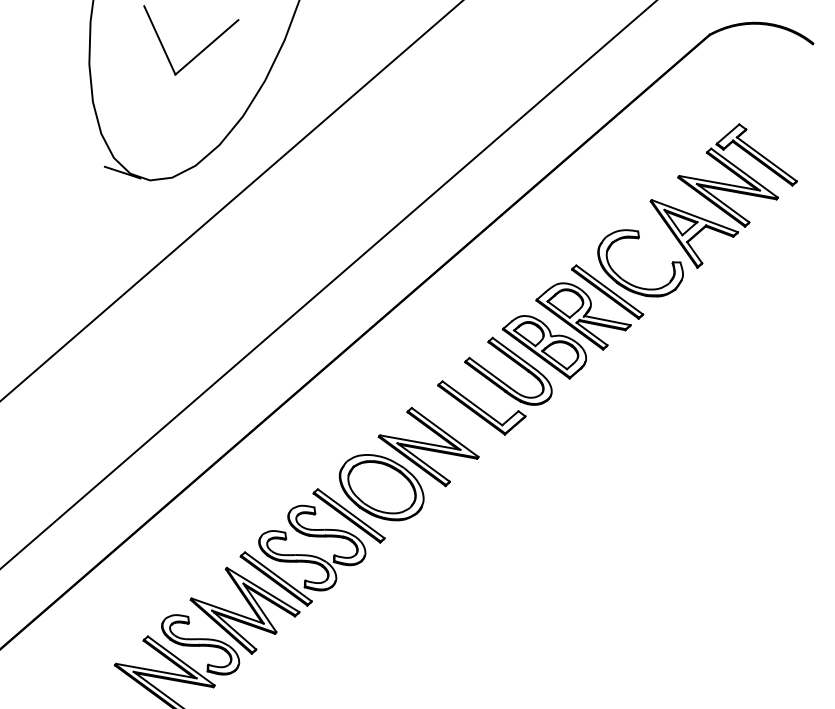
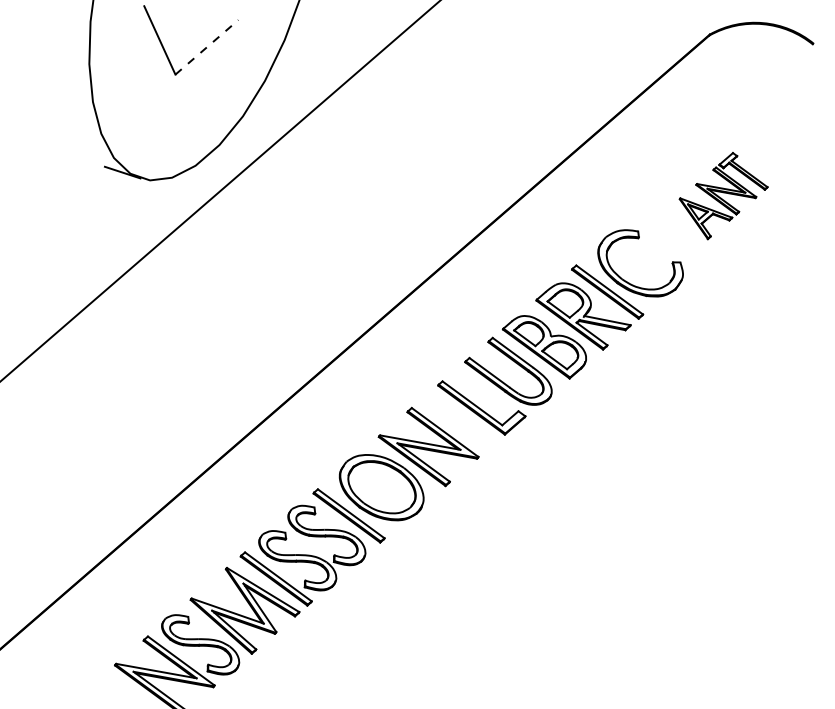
line at (206, 47): solid -> dashed
part at (723, 195) size: 149x146 px -> 91x89 px
line at (231, 200) position: (231, 200) -> (220, 190)
line at (328, 284): present -> none
